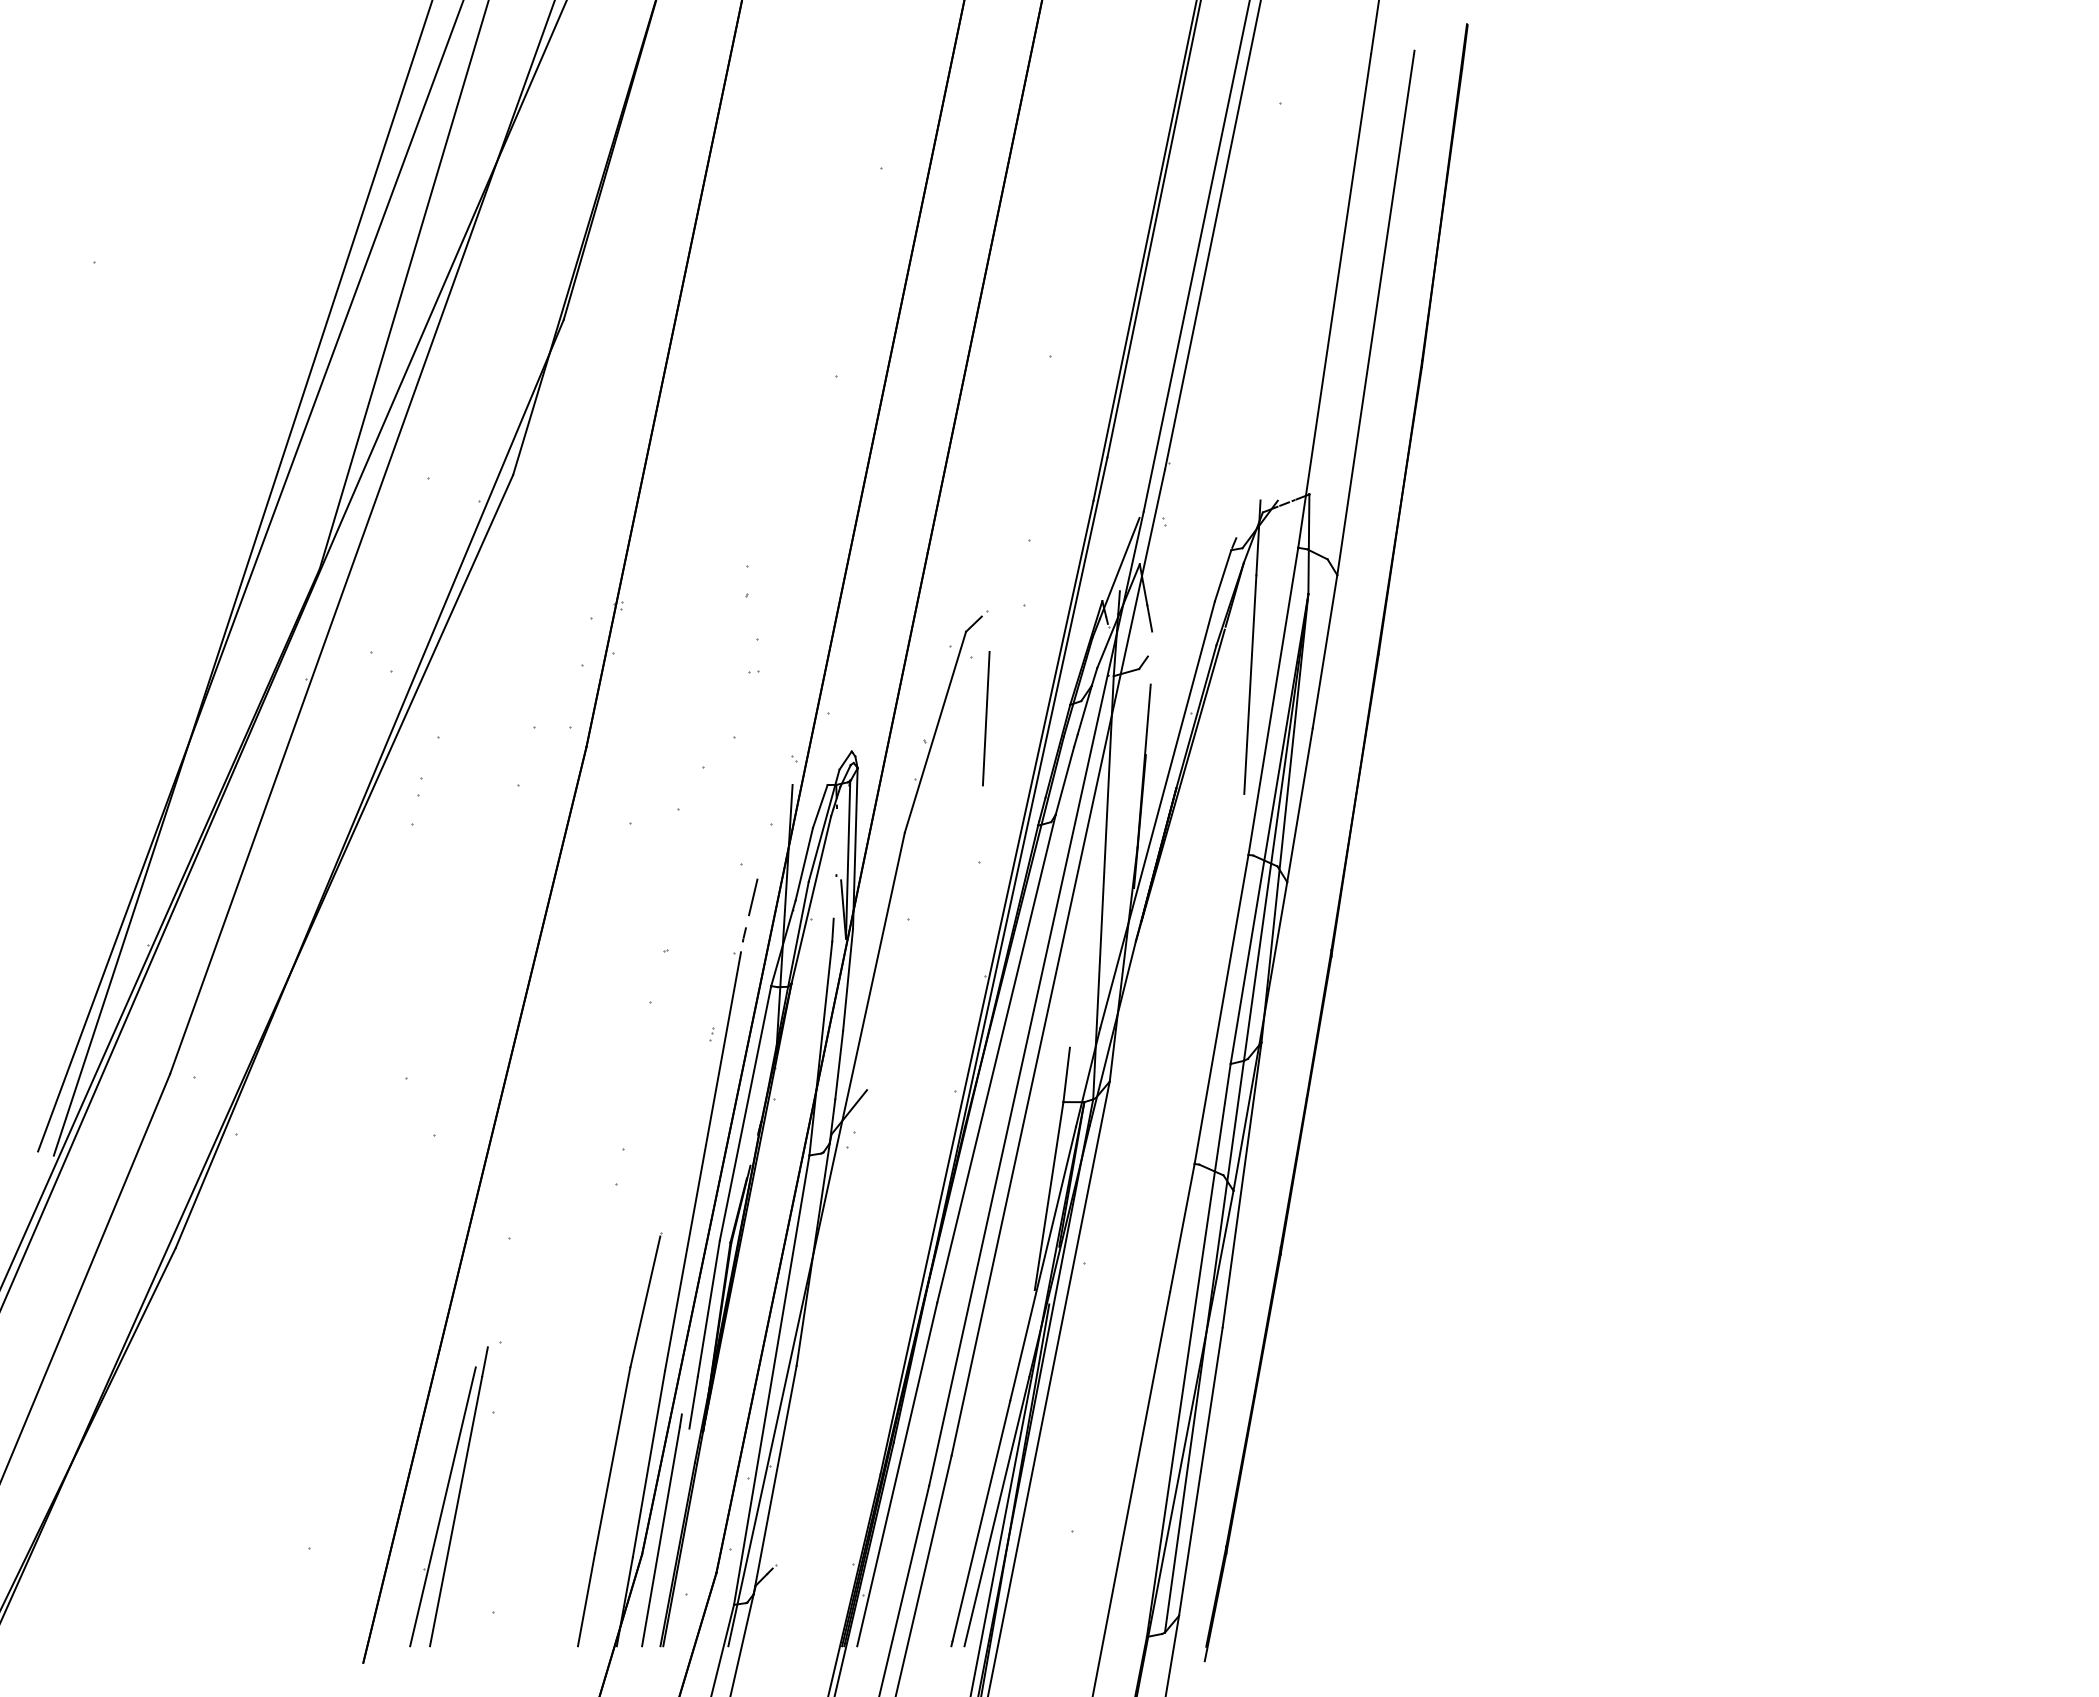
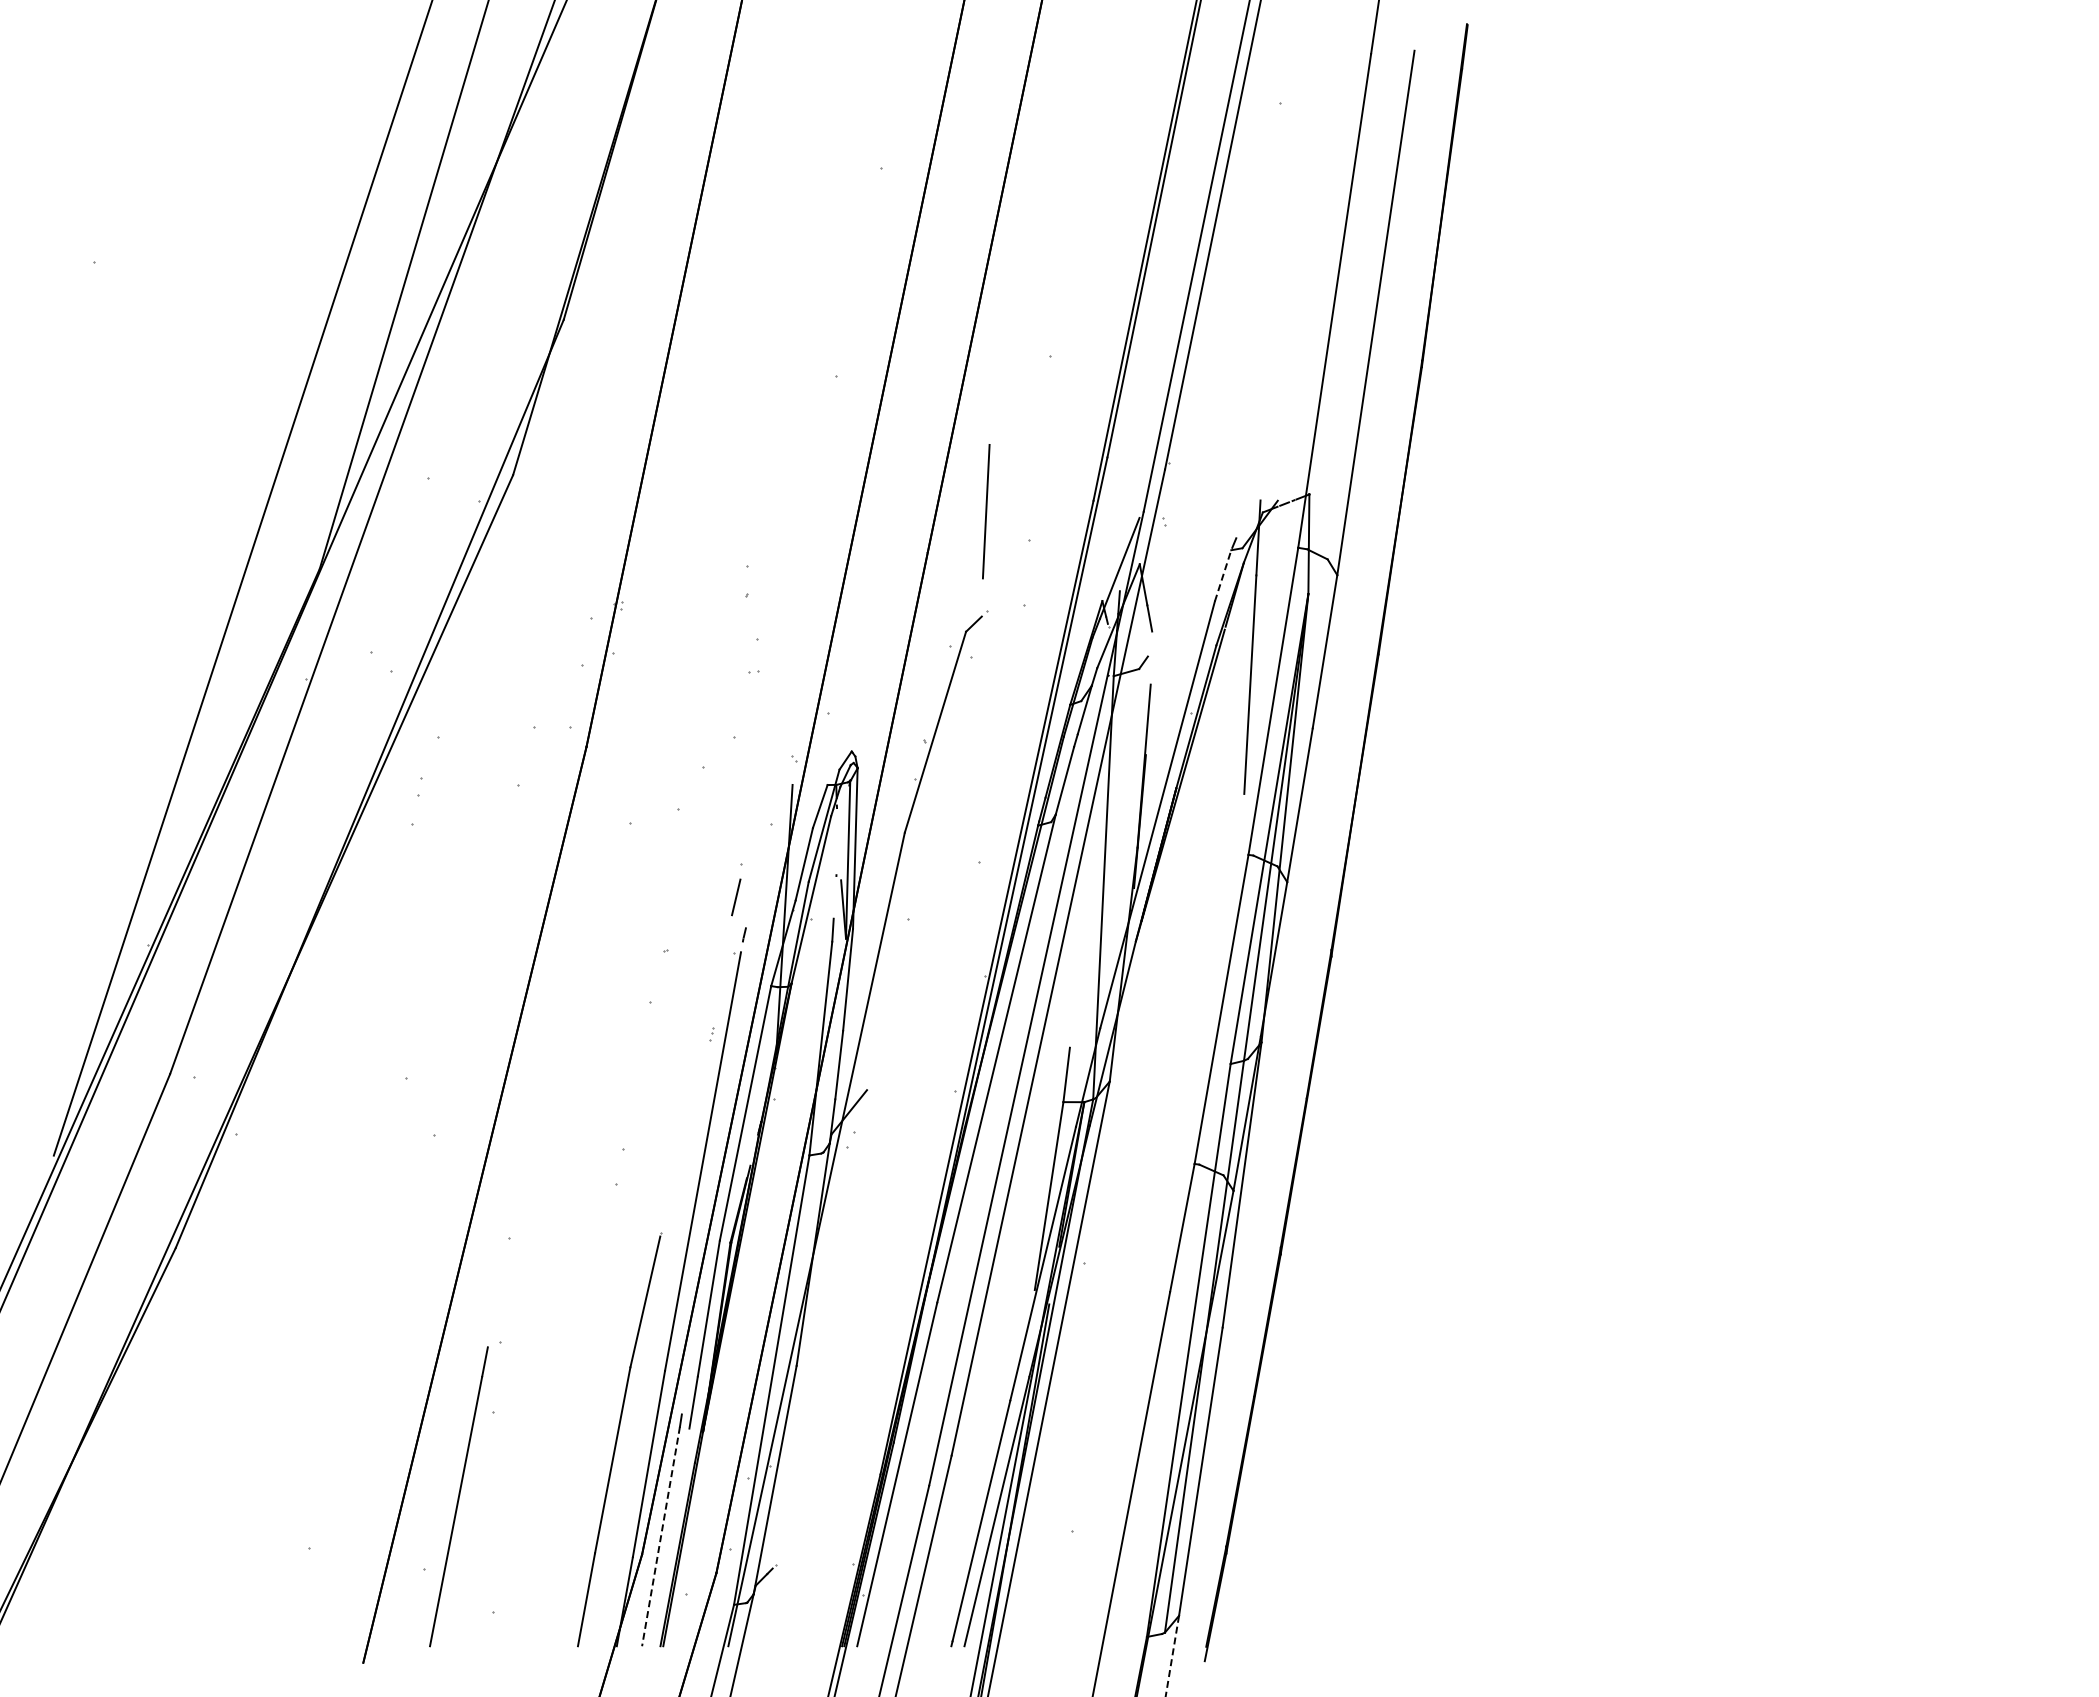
line at (1223, 575): solid -> dashed
line at (250, 576): present -> none
line at (986, 718) position: (986, 718) -> (986, 511)
line at (753, 897) position: (753, 897) -> (736, 897)
line at (442, 1506): present -> none
line at (660, 1537): solid -> dashed
line at (1172, 1656): solid -> dashed
